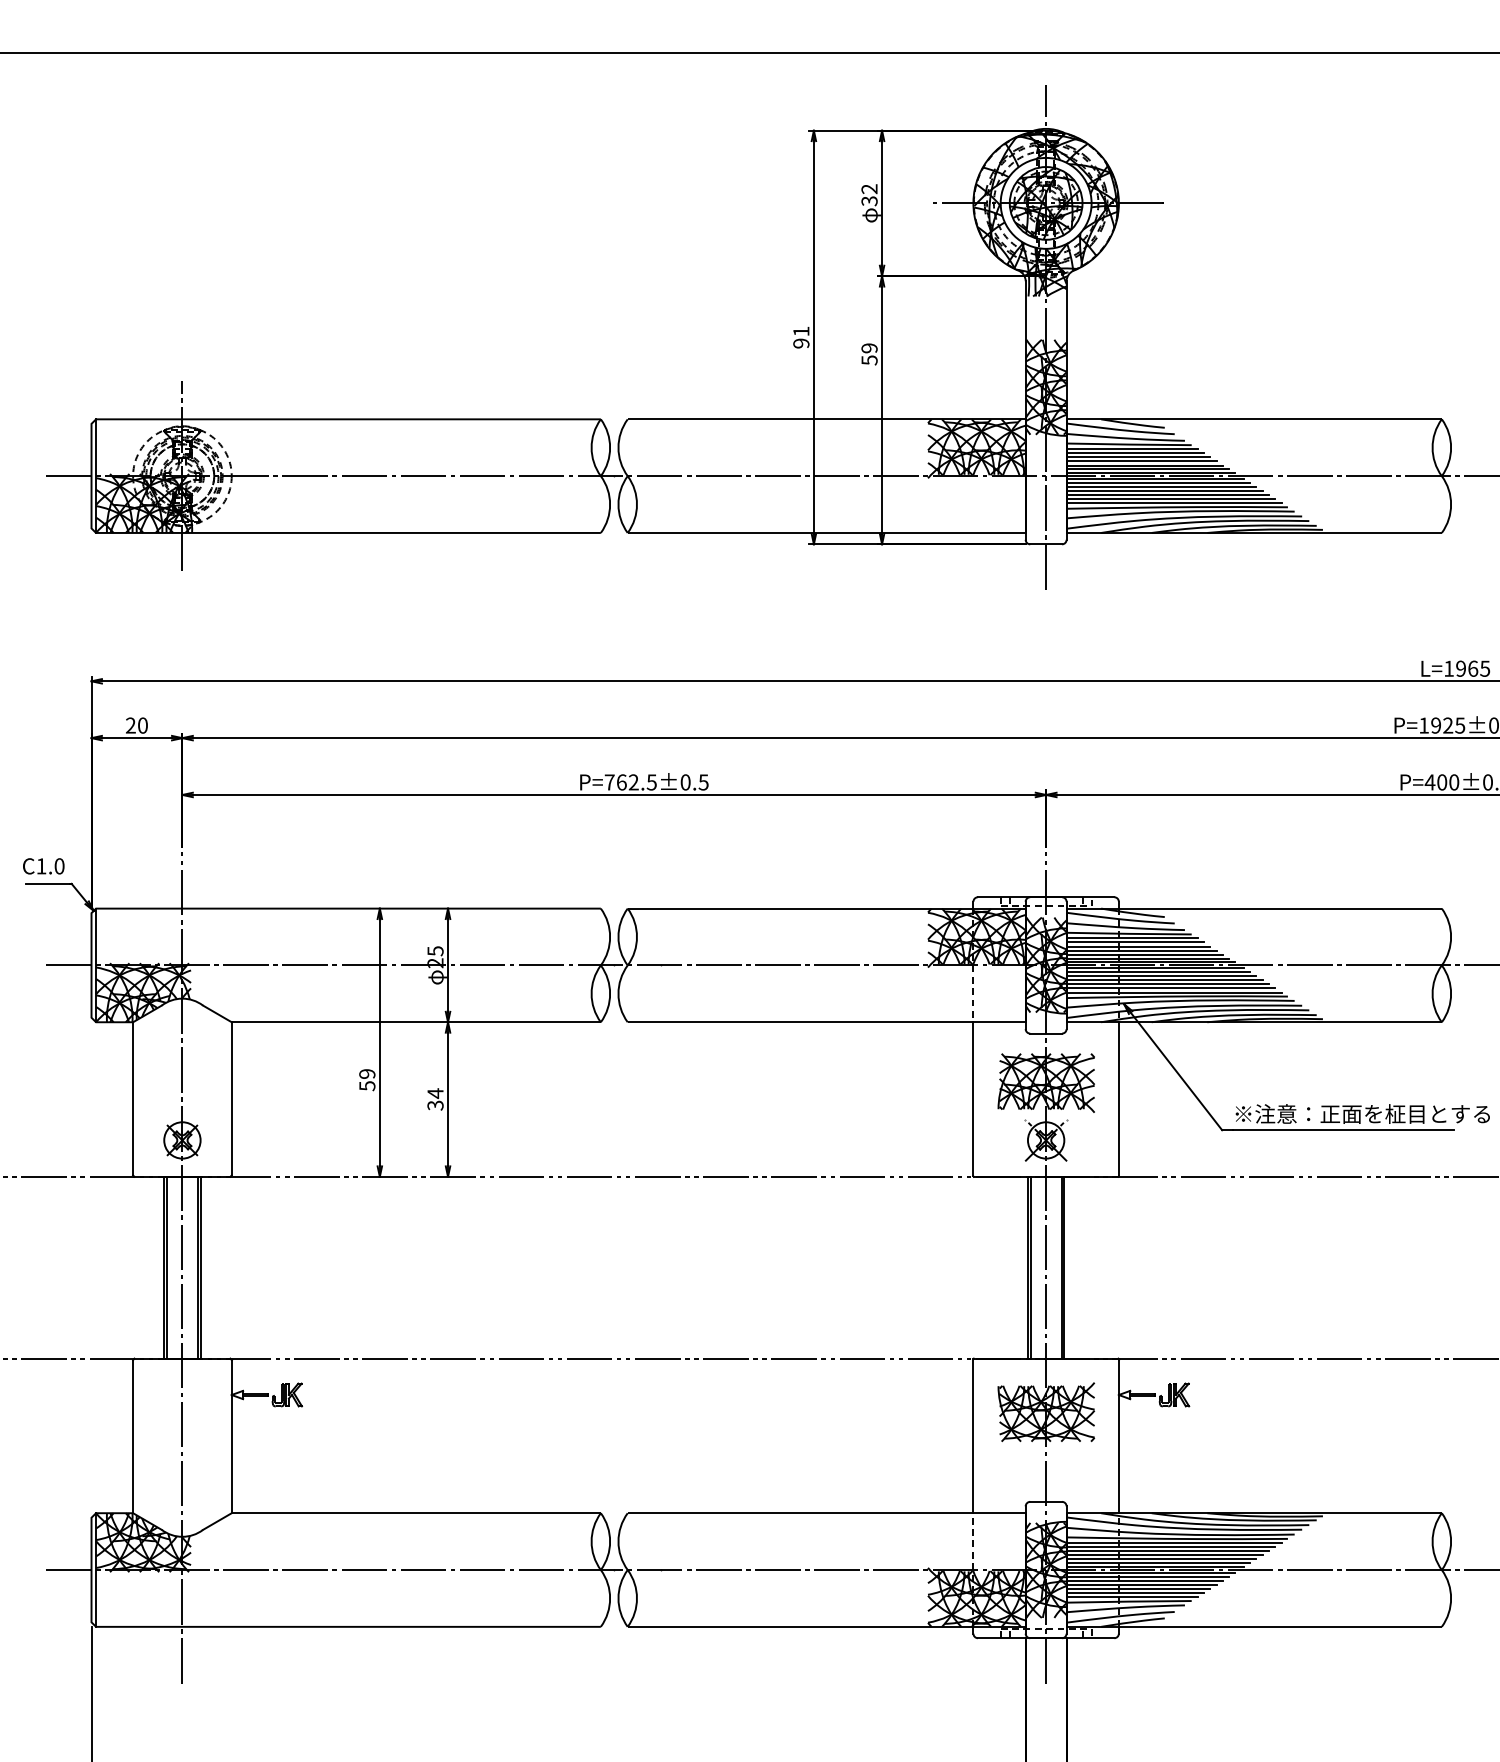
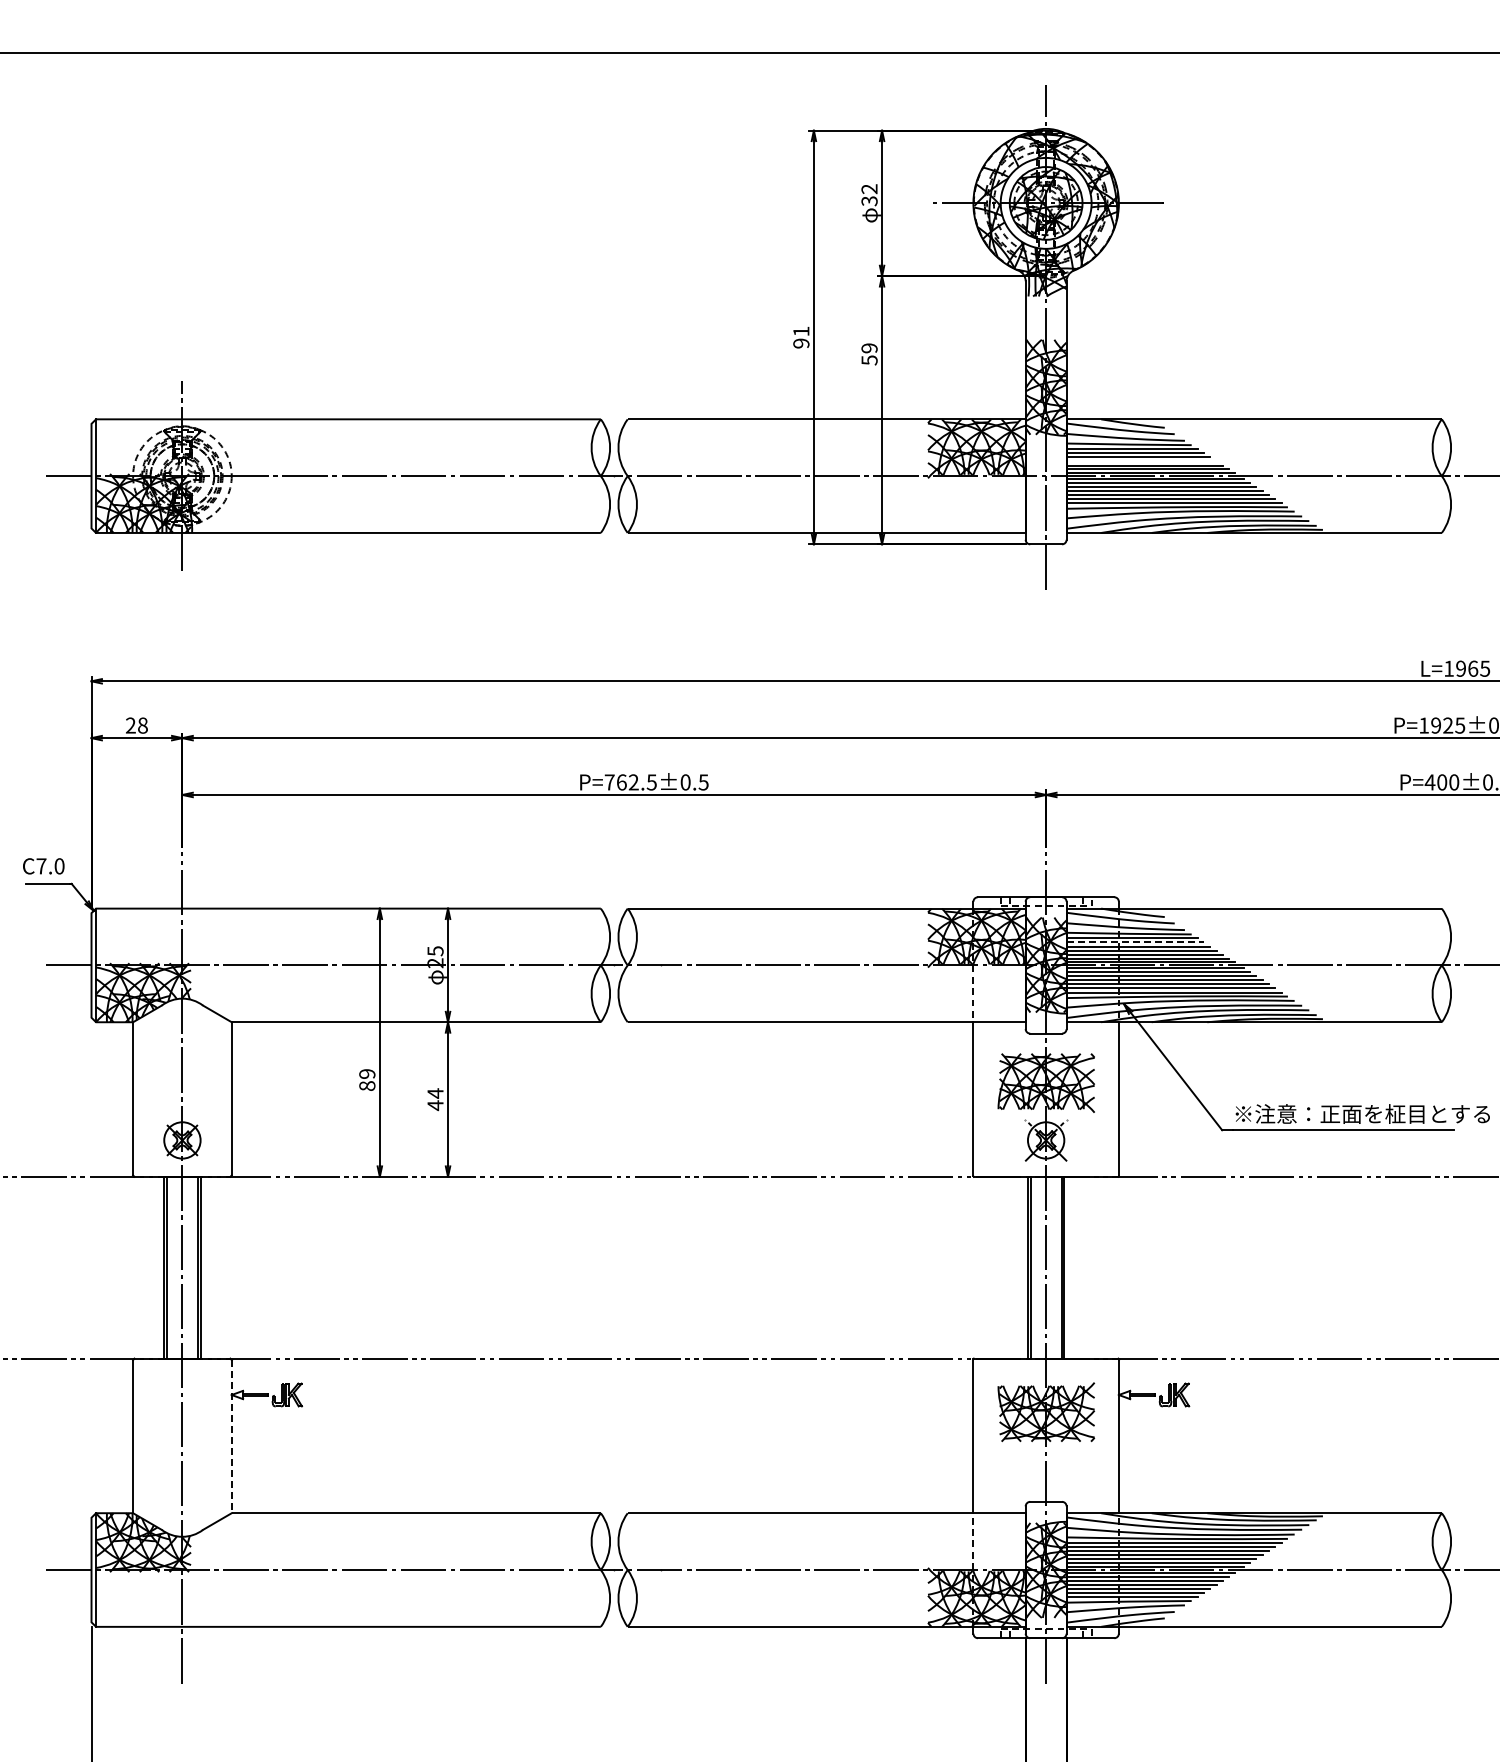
line at (1141, 461): present -> none
text at (142, 725): 20 -> 28
text at (41, 866): C1.0 -> C7.0
line at (1135, 942): solid -> dashed
text at (367, 1086): 59 -> 89
text at (435, 1105): 34 -> 44
line at (231, 1436): solid -> dashed
